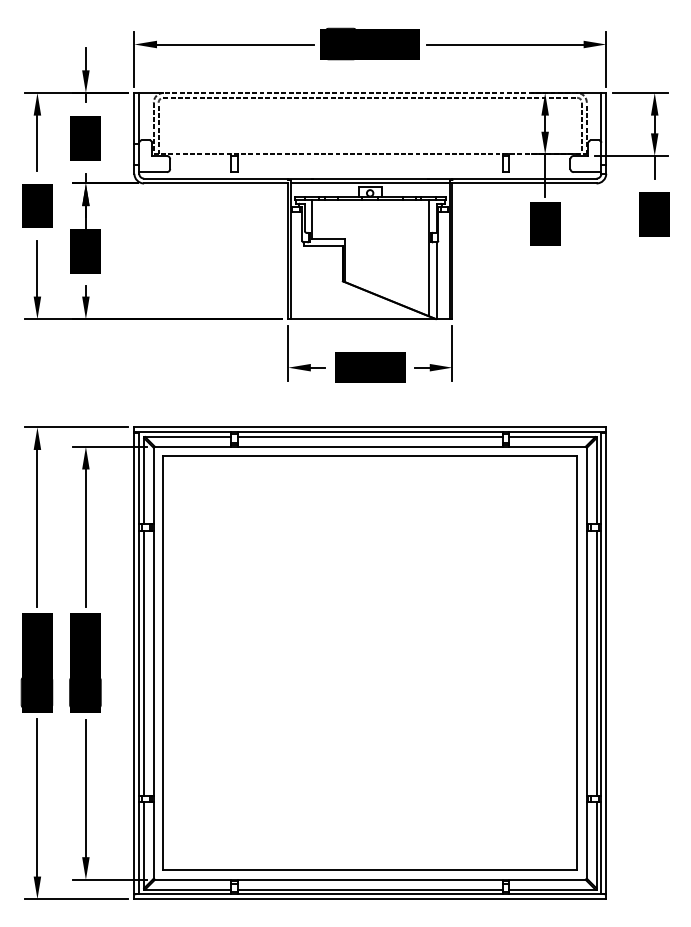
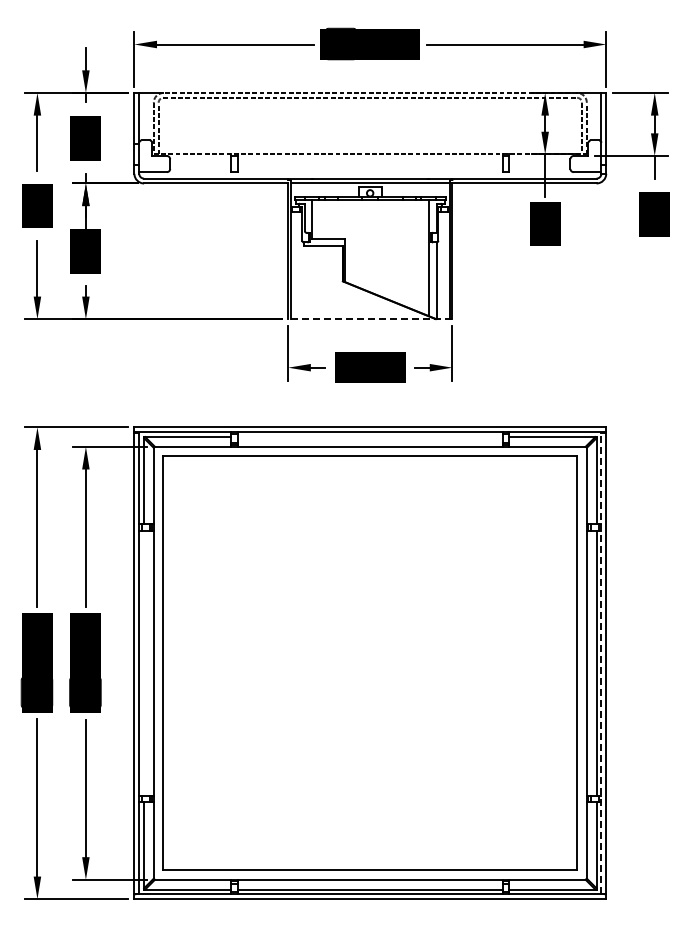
line at (369, 319): solid -> dashed
line at (369, 437): present -> none
line at (144, 662): present -> none
line at (601, 663): solid -> dashed
